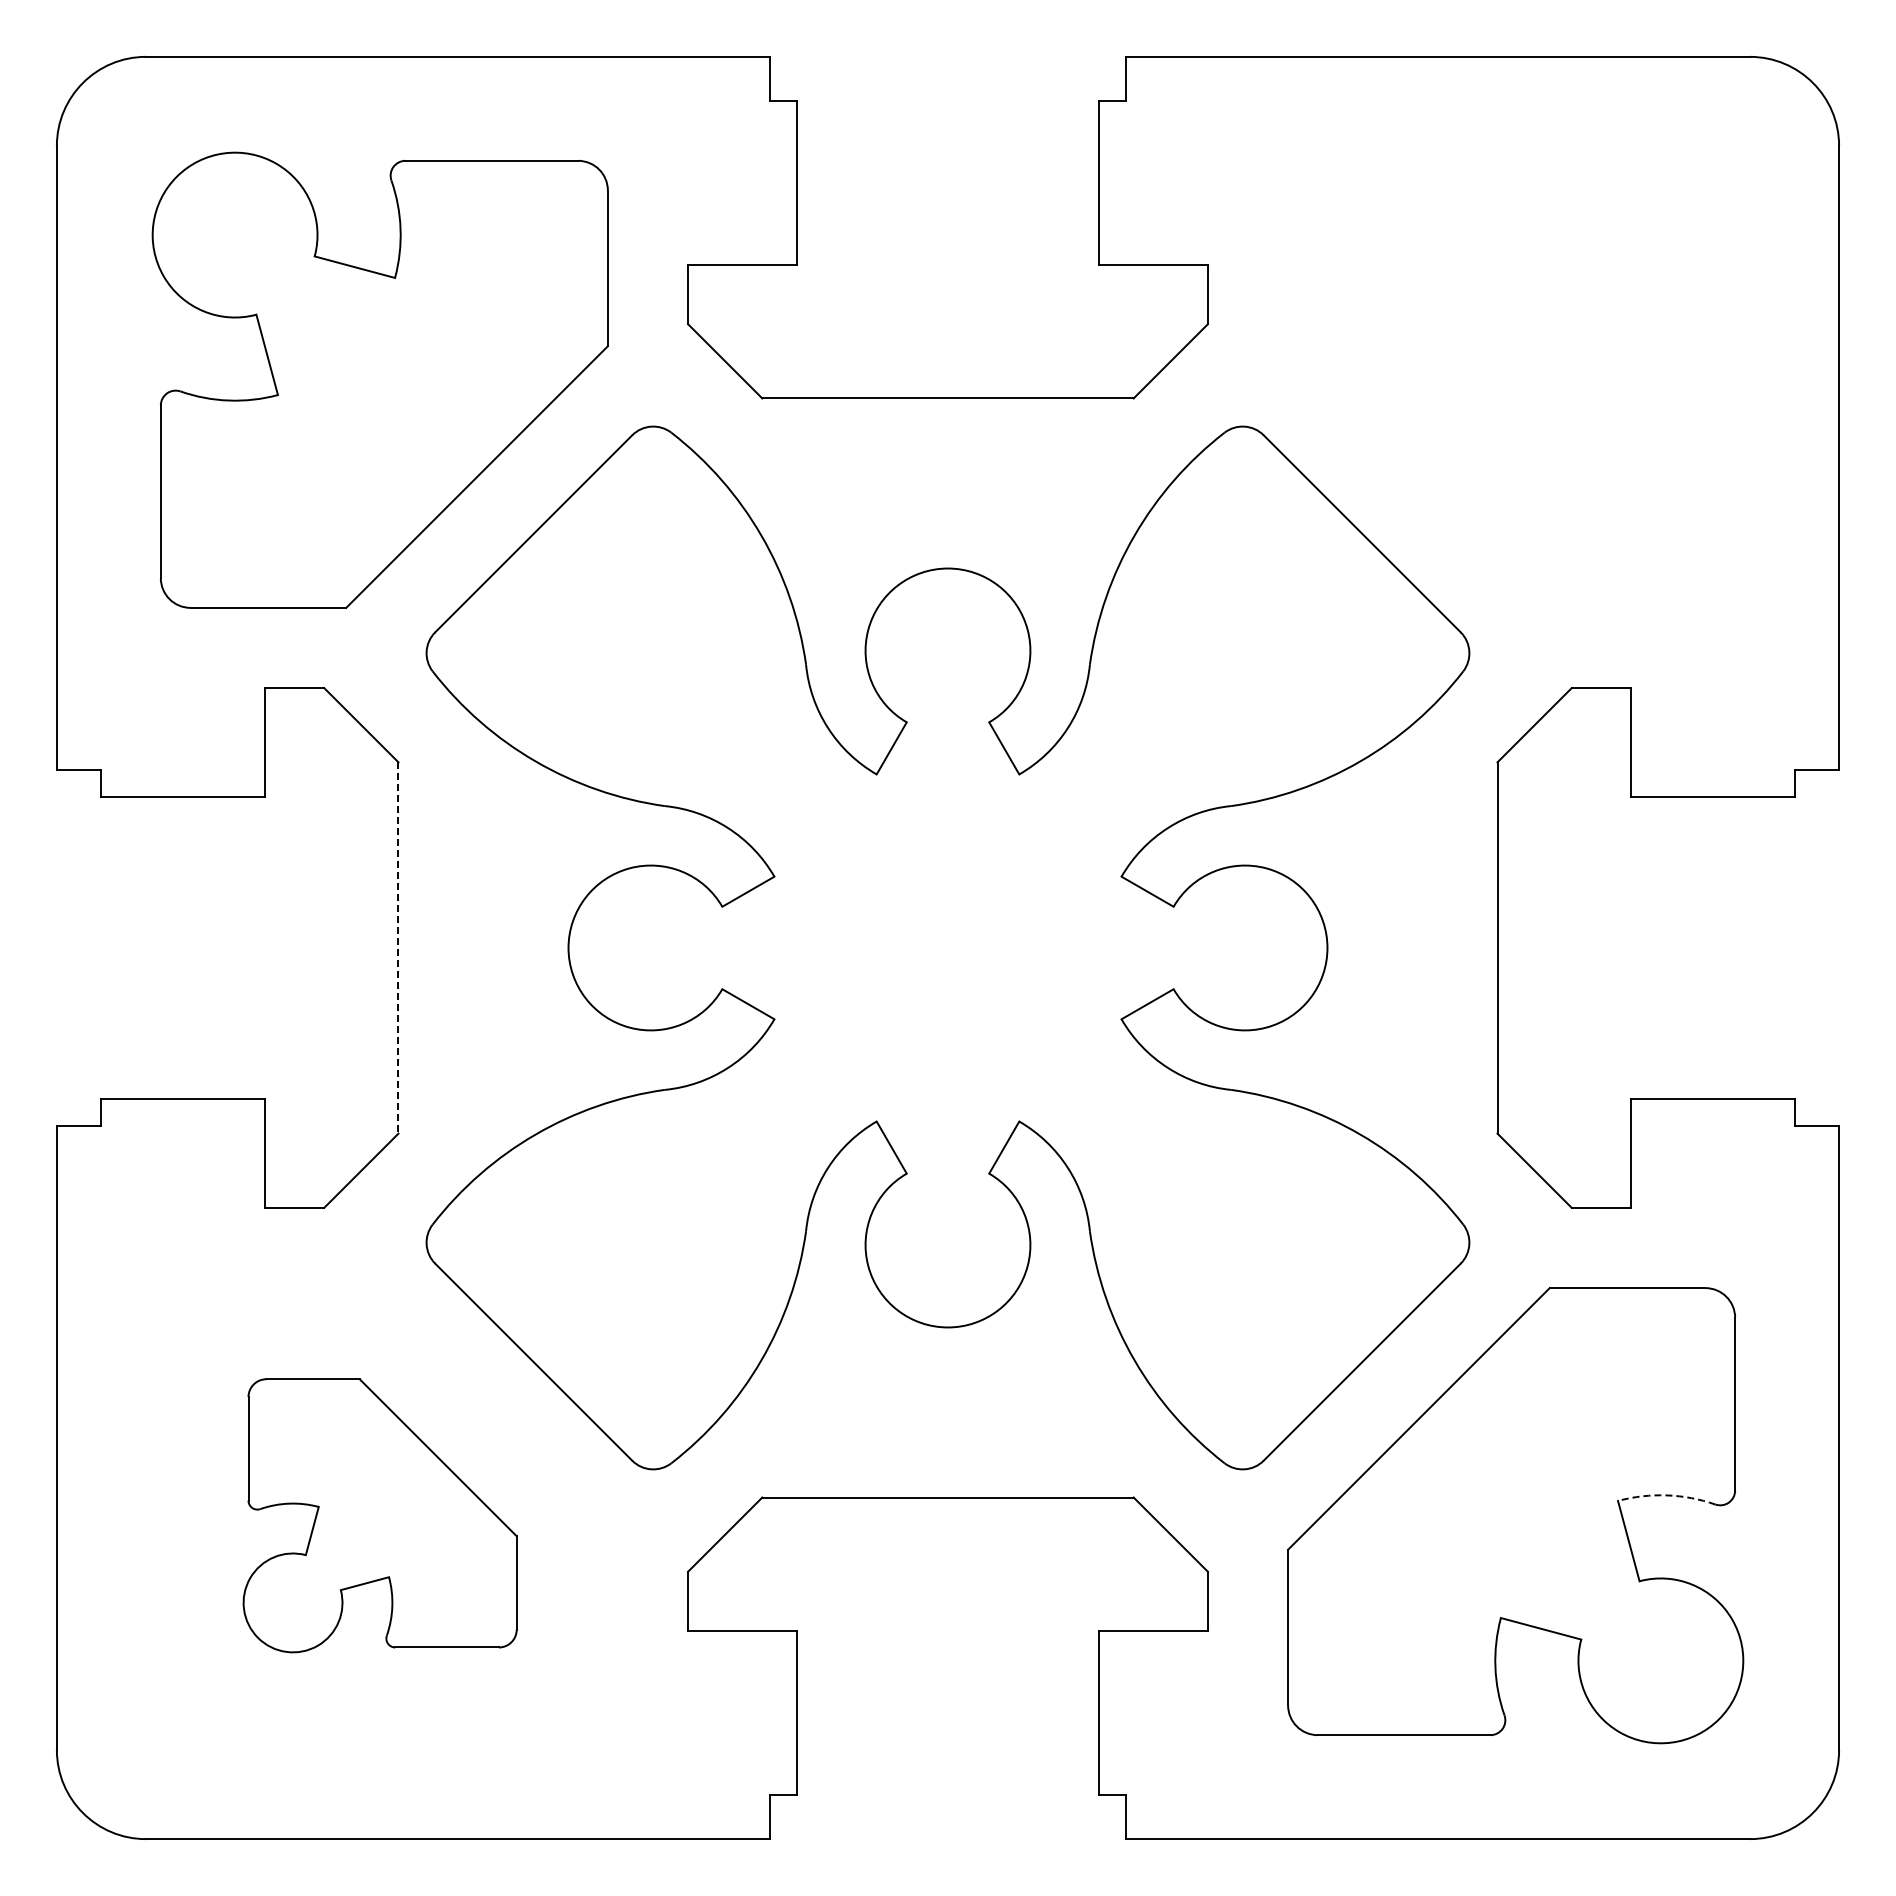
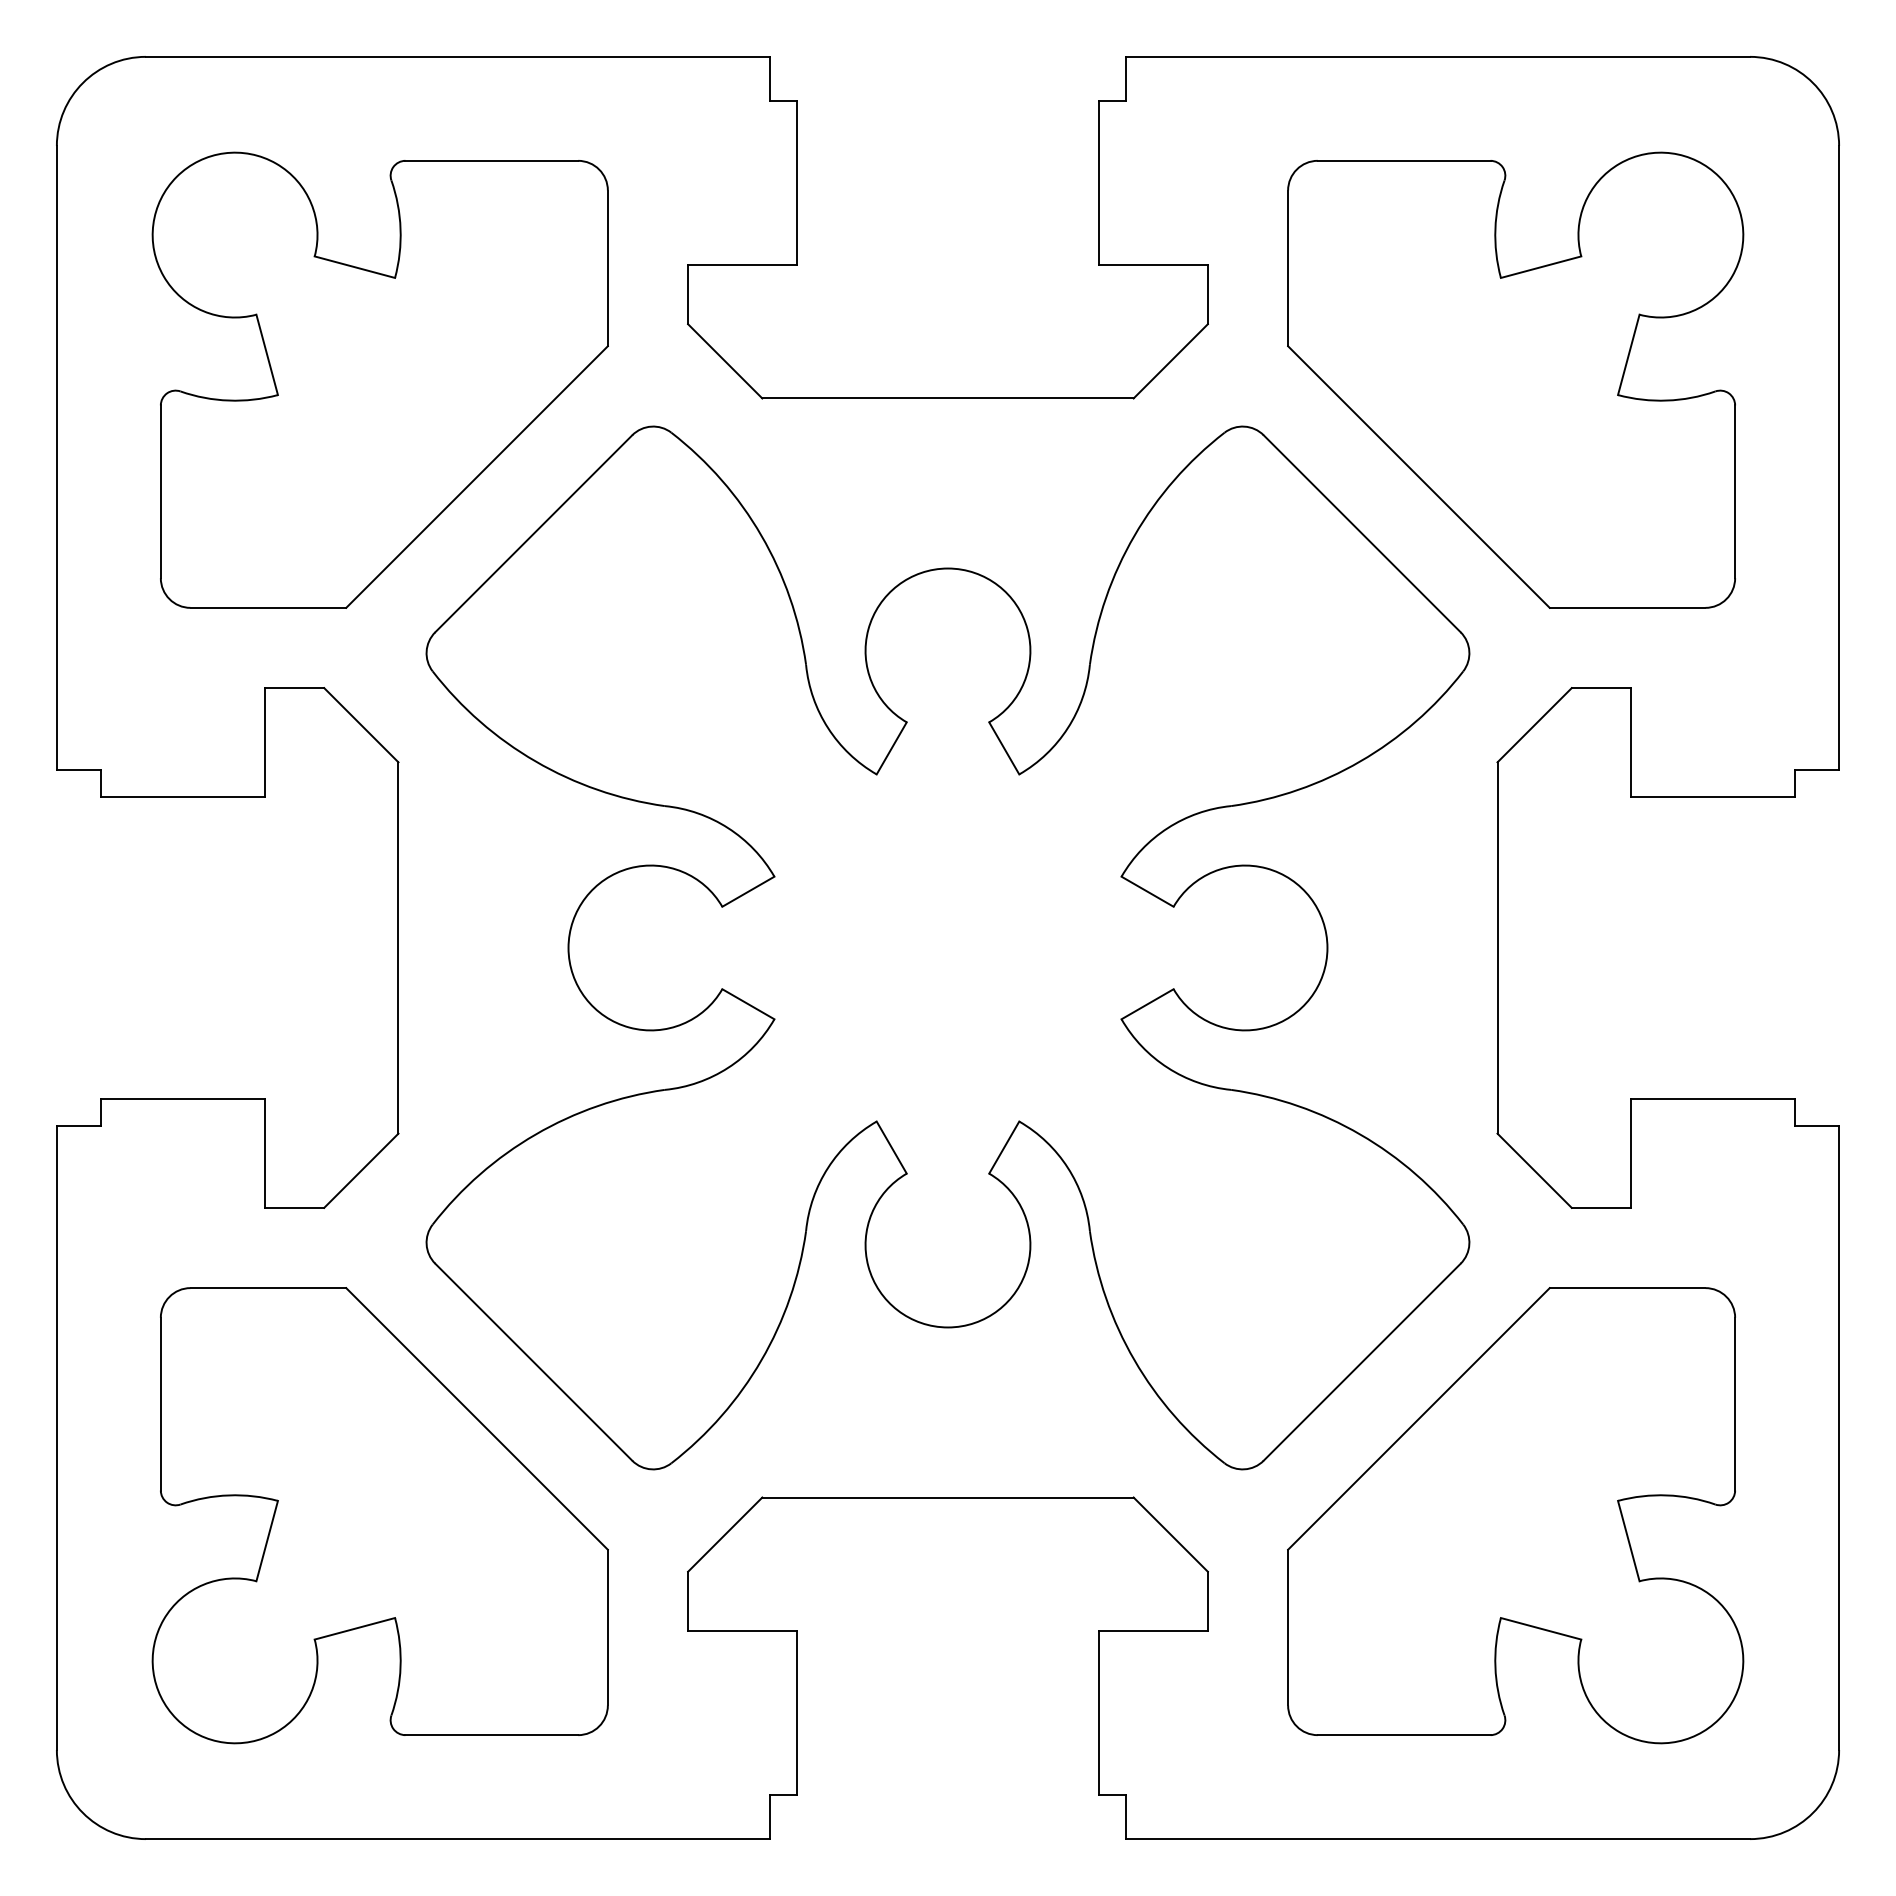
part at (1515, 379): none -> present
line at (398, 948): dashed -> solid
arc at (1666, 1495): dashed -> solid
part at (379, 1515) size: 276x276 px -> 458x458 px
